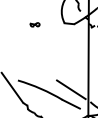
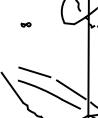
part at (34, 24) position: (34, 24) -> (25, 24)
line at (34, 72): none -> present
